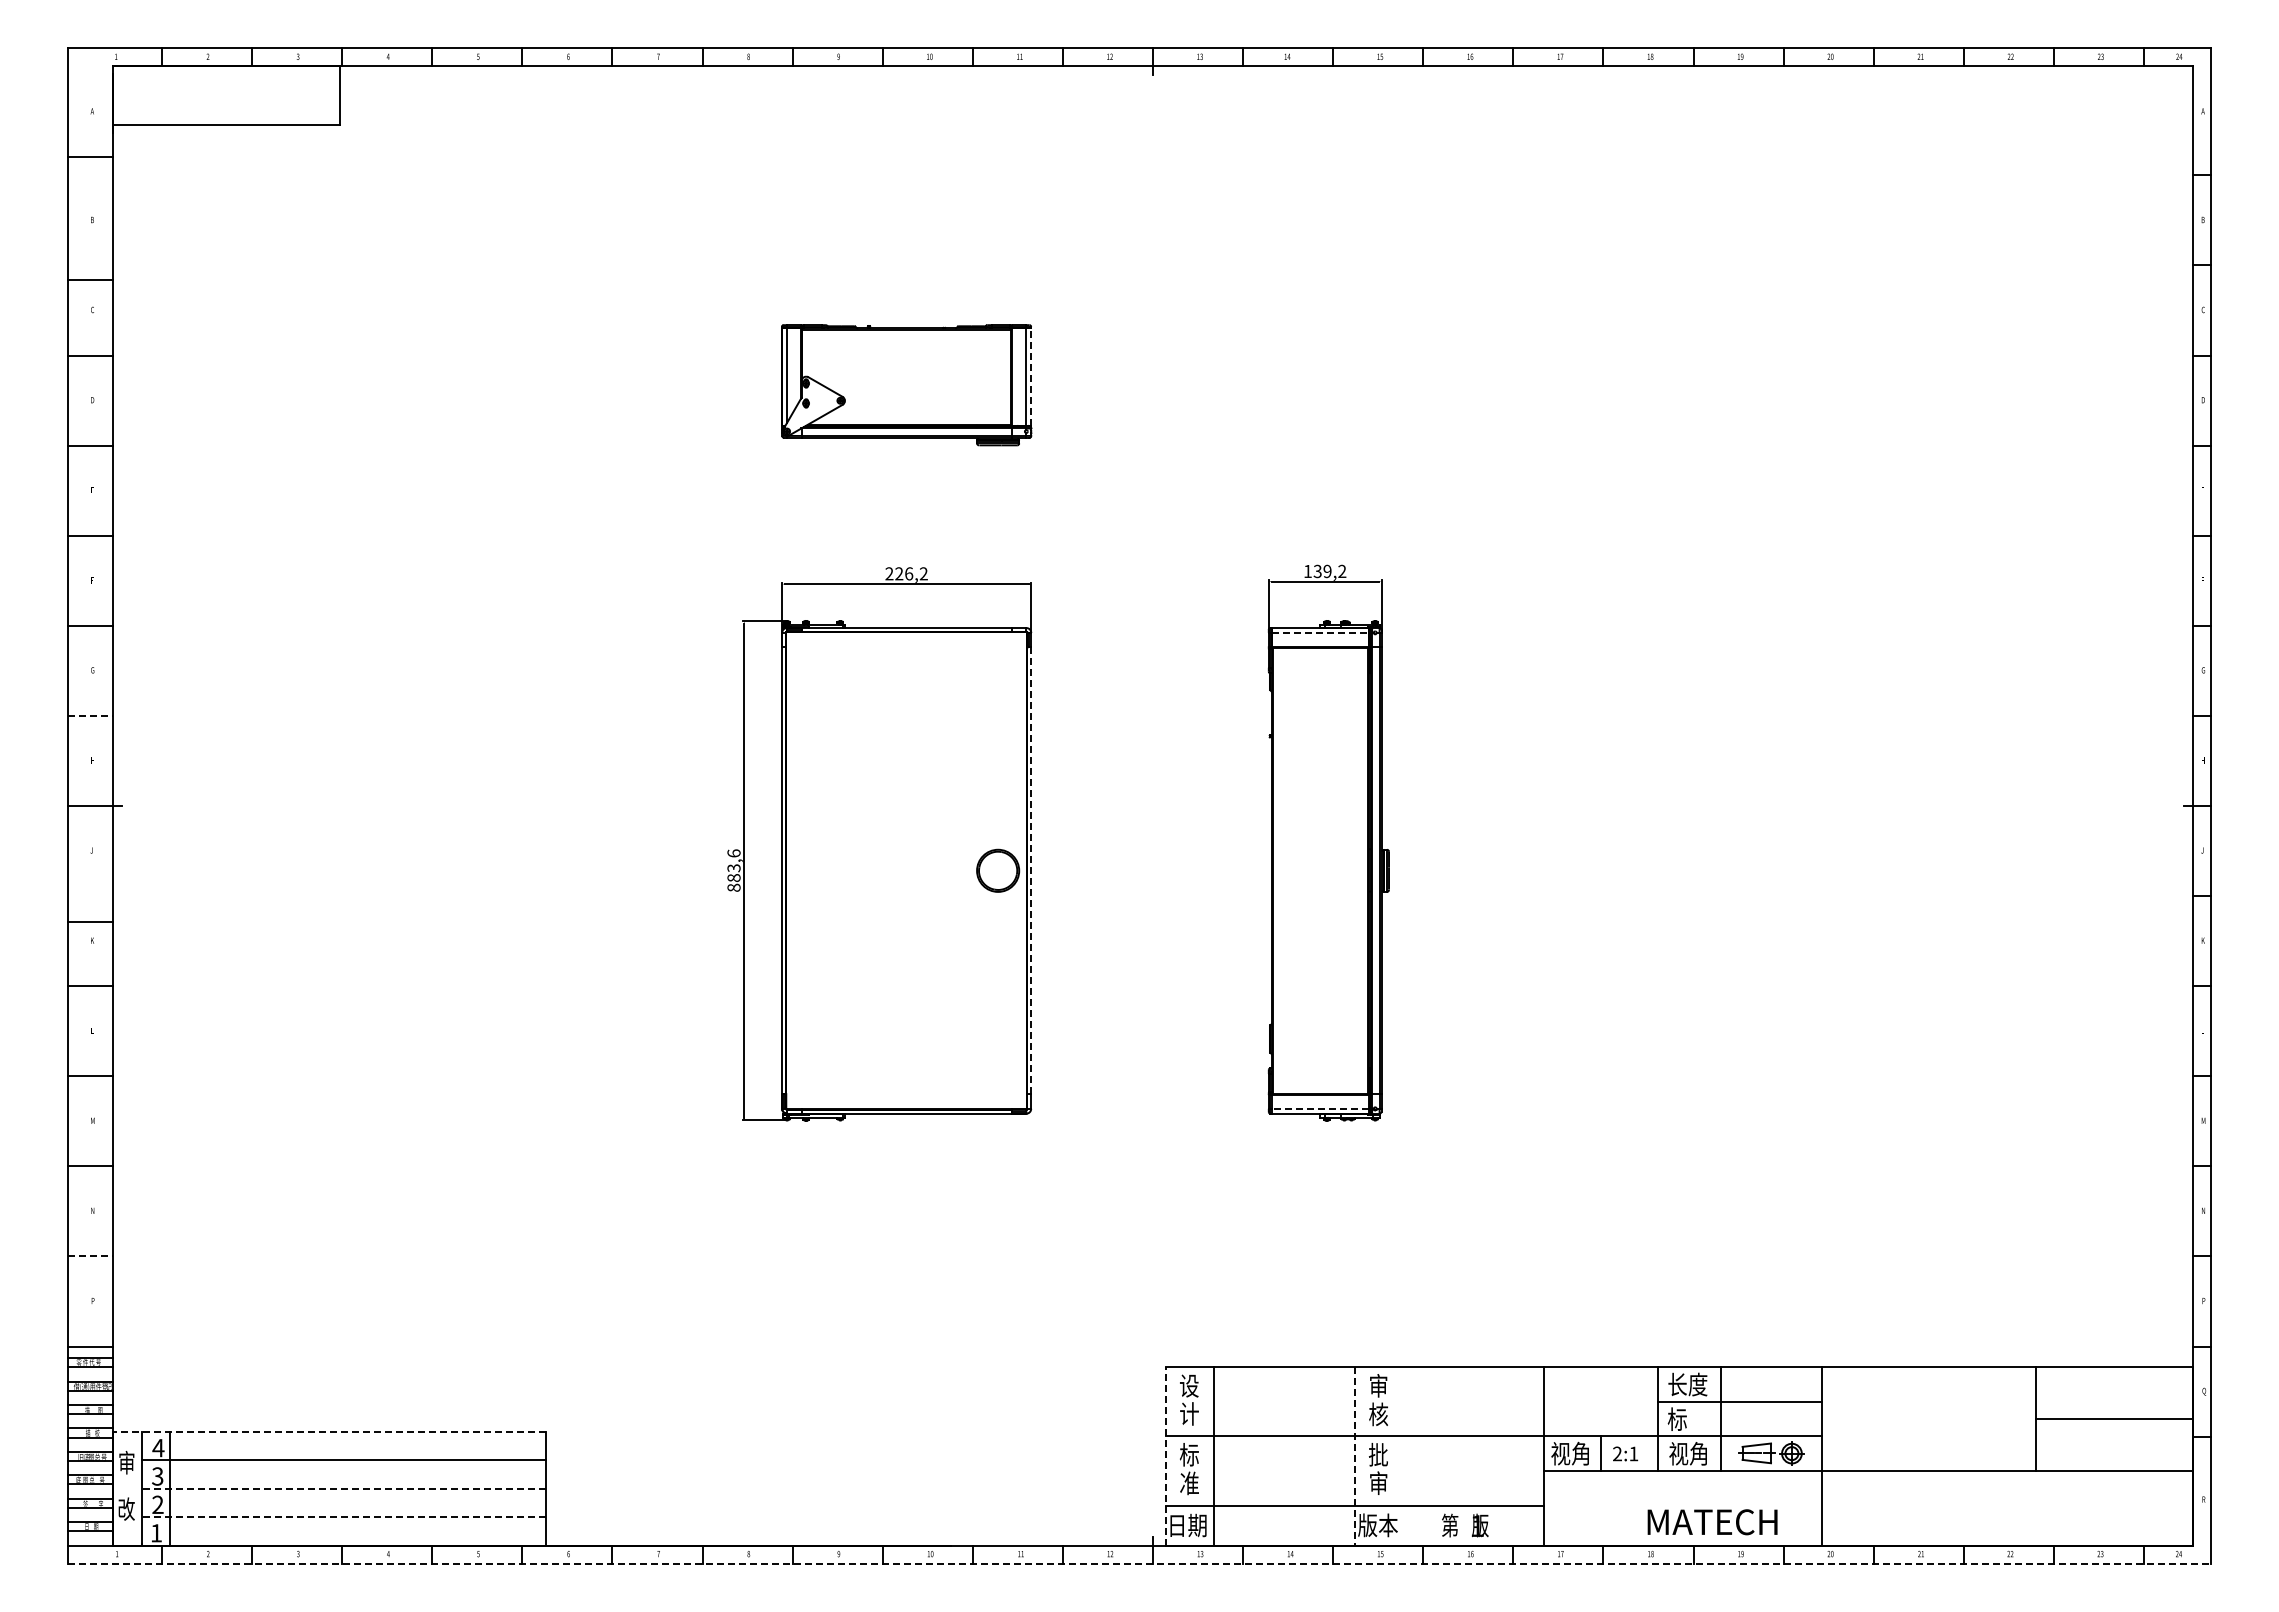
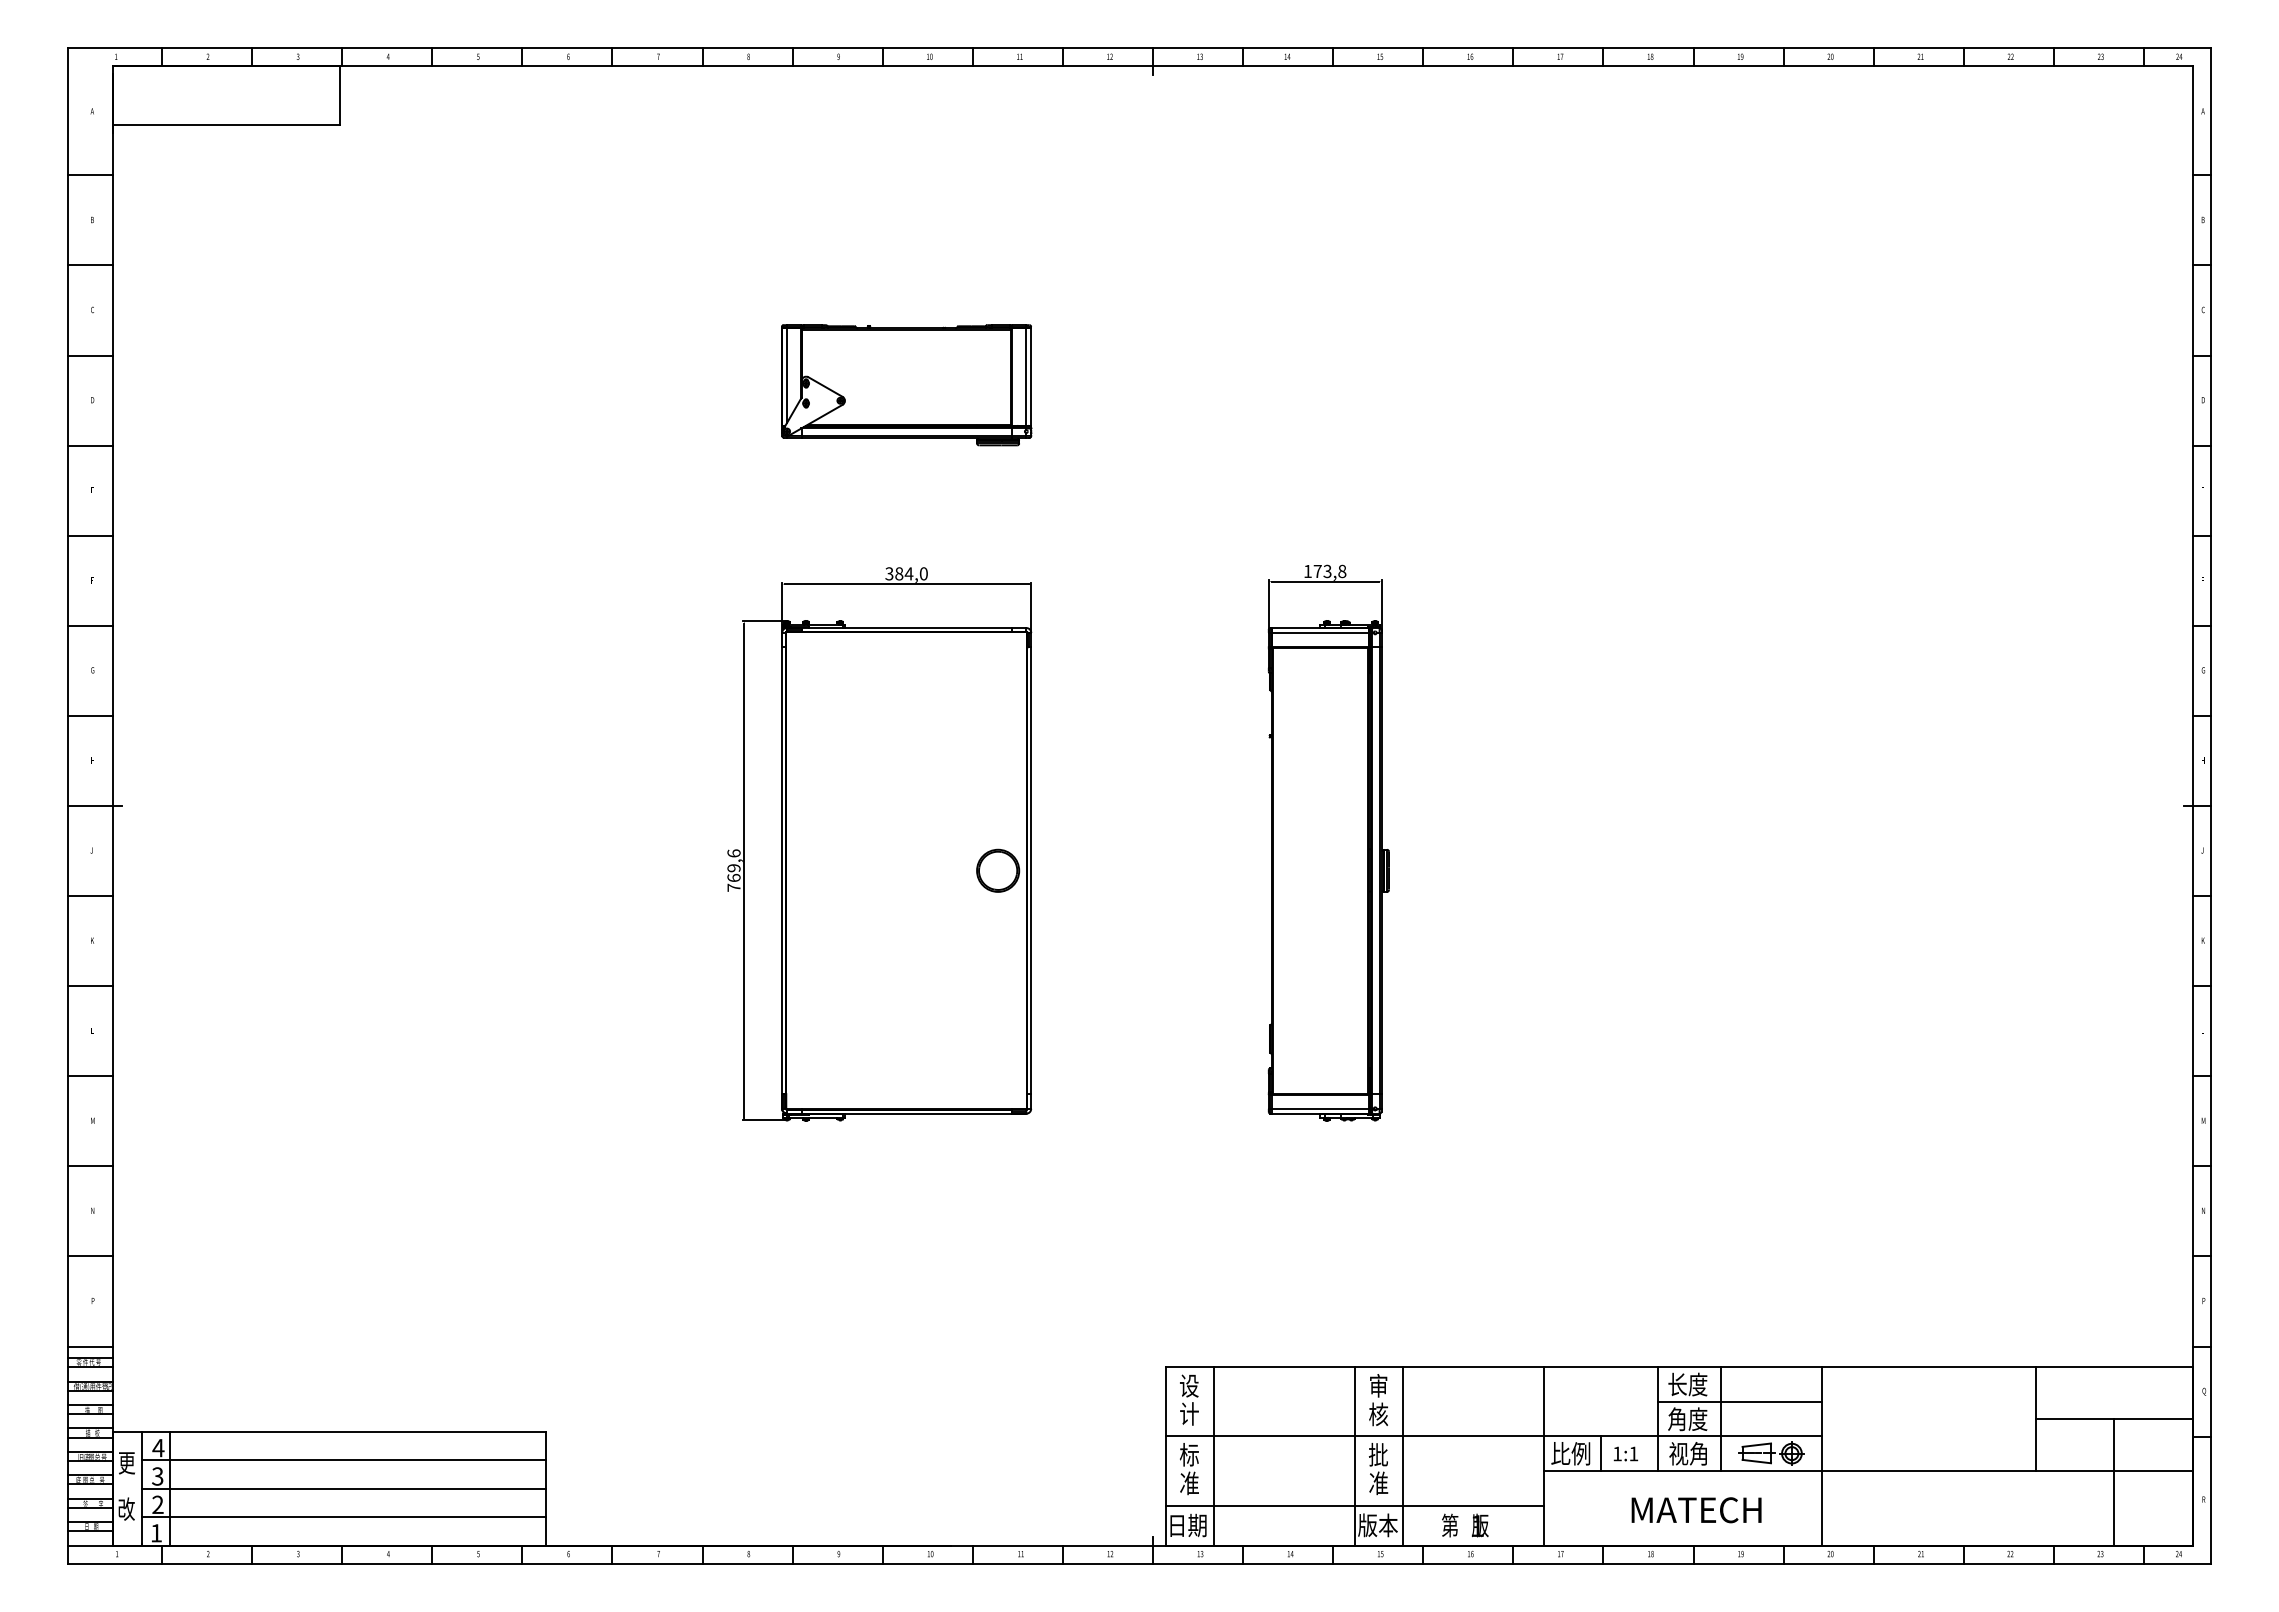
line at (90, 157) position: (90, 157) -> (90, 175)
line at (90, 280) position: (90, 280) -> (90, 265)
line at (1031, 376): dashed -> solid
text at (1329, 571): 139,2 -> 173,8
text at (906, 573): 226,2 -> 384,0
line at (1320, 632): dashed -> solid
line at (90, 715): dashed -> solid
line at (1031, 870): dashed -> solid
text at (733, 877): 883,6 -> 769,6
line at (90, 922) position: (90, 922) -> (90, 896)
line at (1320, 1108): dashed -> solid
line at (90, 1256): dashed -> solid
text at (1687, 1419): 标 -> 角度
line at (329, 1432): dashed -> solid
text at (1570, 1453): 视角 -> 比例
text at (1617, 1453): 2:1 -> 1:1
line at (1165, 1455): dashed -> solid
line at (1354, 1456): dashed -> solid
line at (1403, 1456): none -> present
text at (126, 1462): 审 -> 更
line at (2114, 1482): none -> present
text at (1378, 1483): 审 -> 准
line at (343, 1488): dashed -> solid
line at (343, 1517): dashed -> solid
text at (1712, 1522) position: (1712, 1522) -> (1696, 1510)
line at (1139, 1563): dashed -> solid
